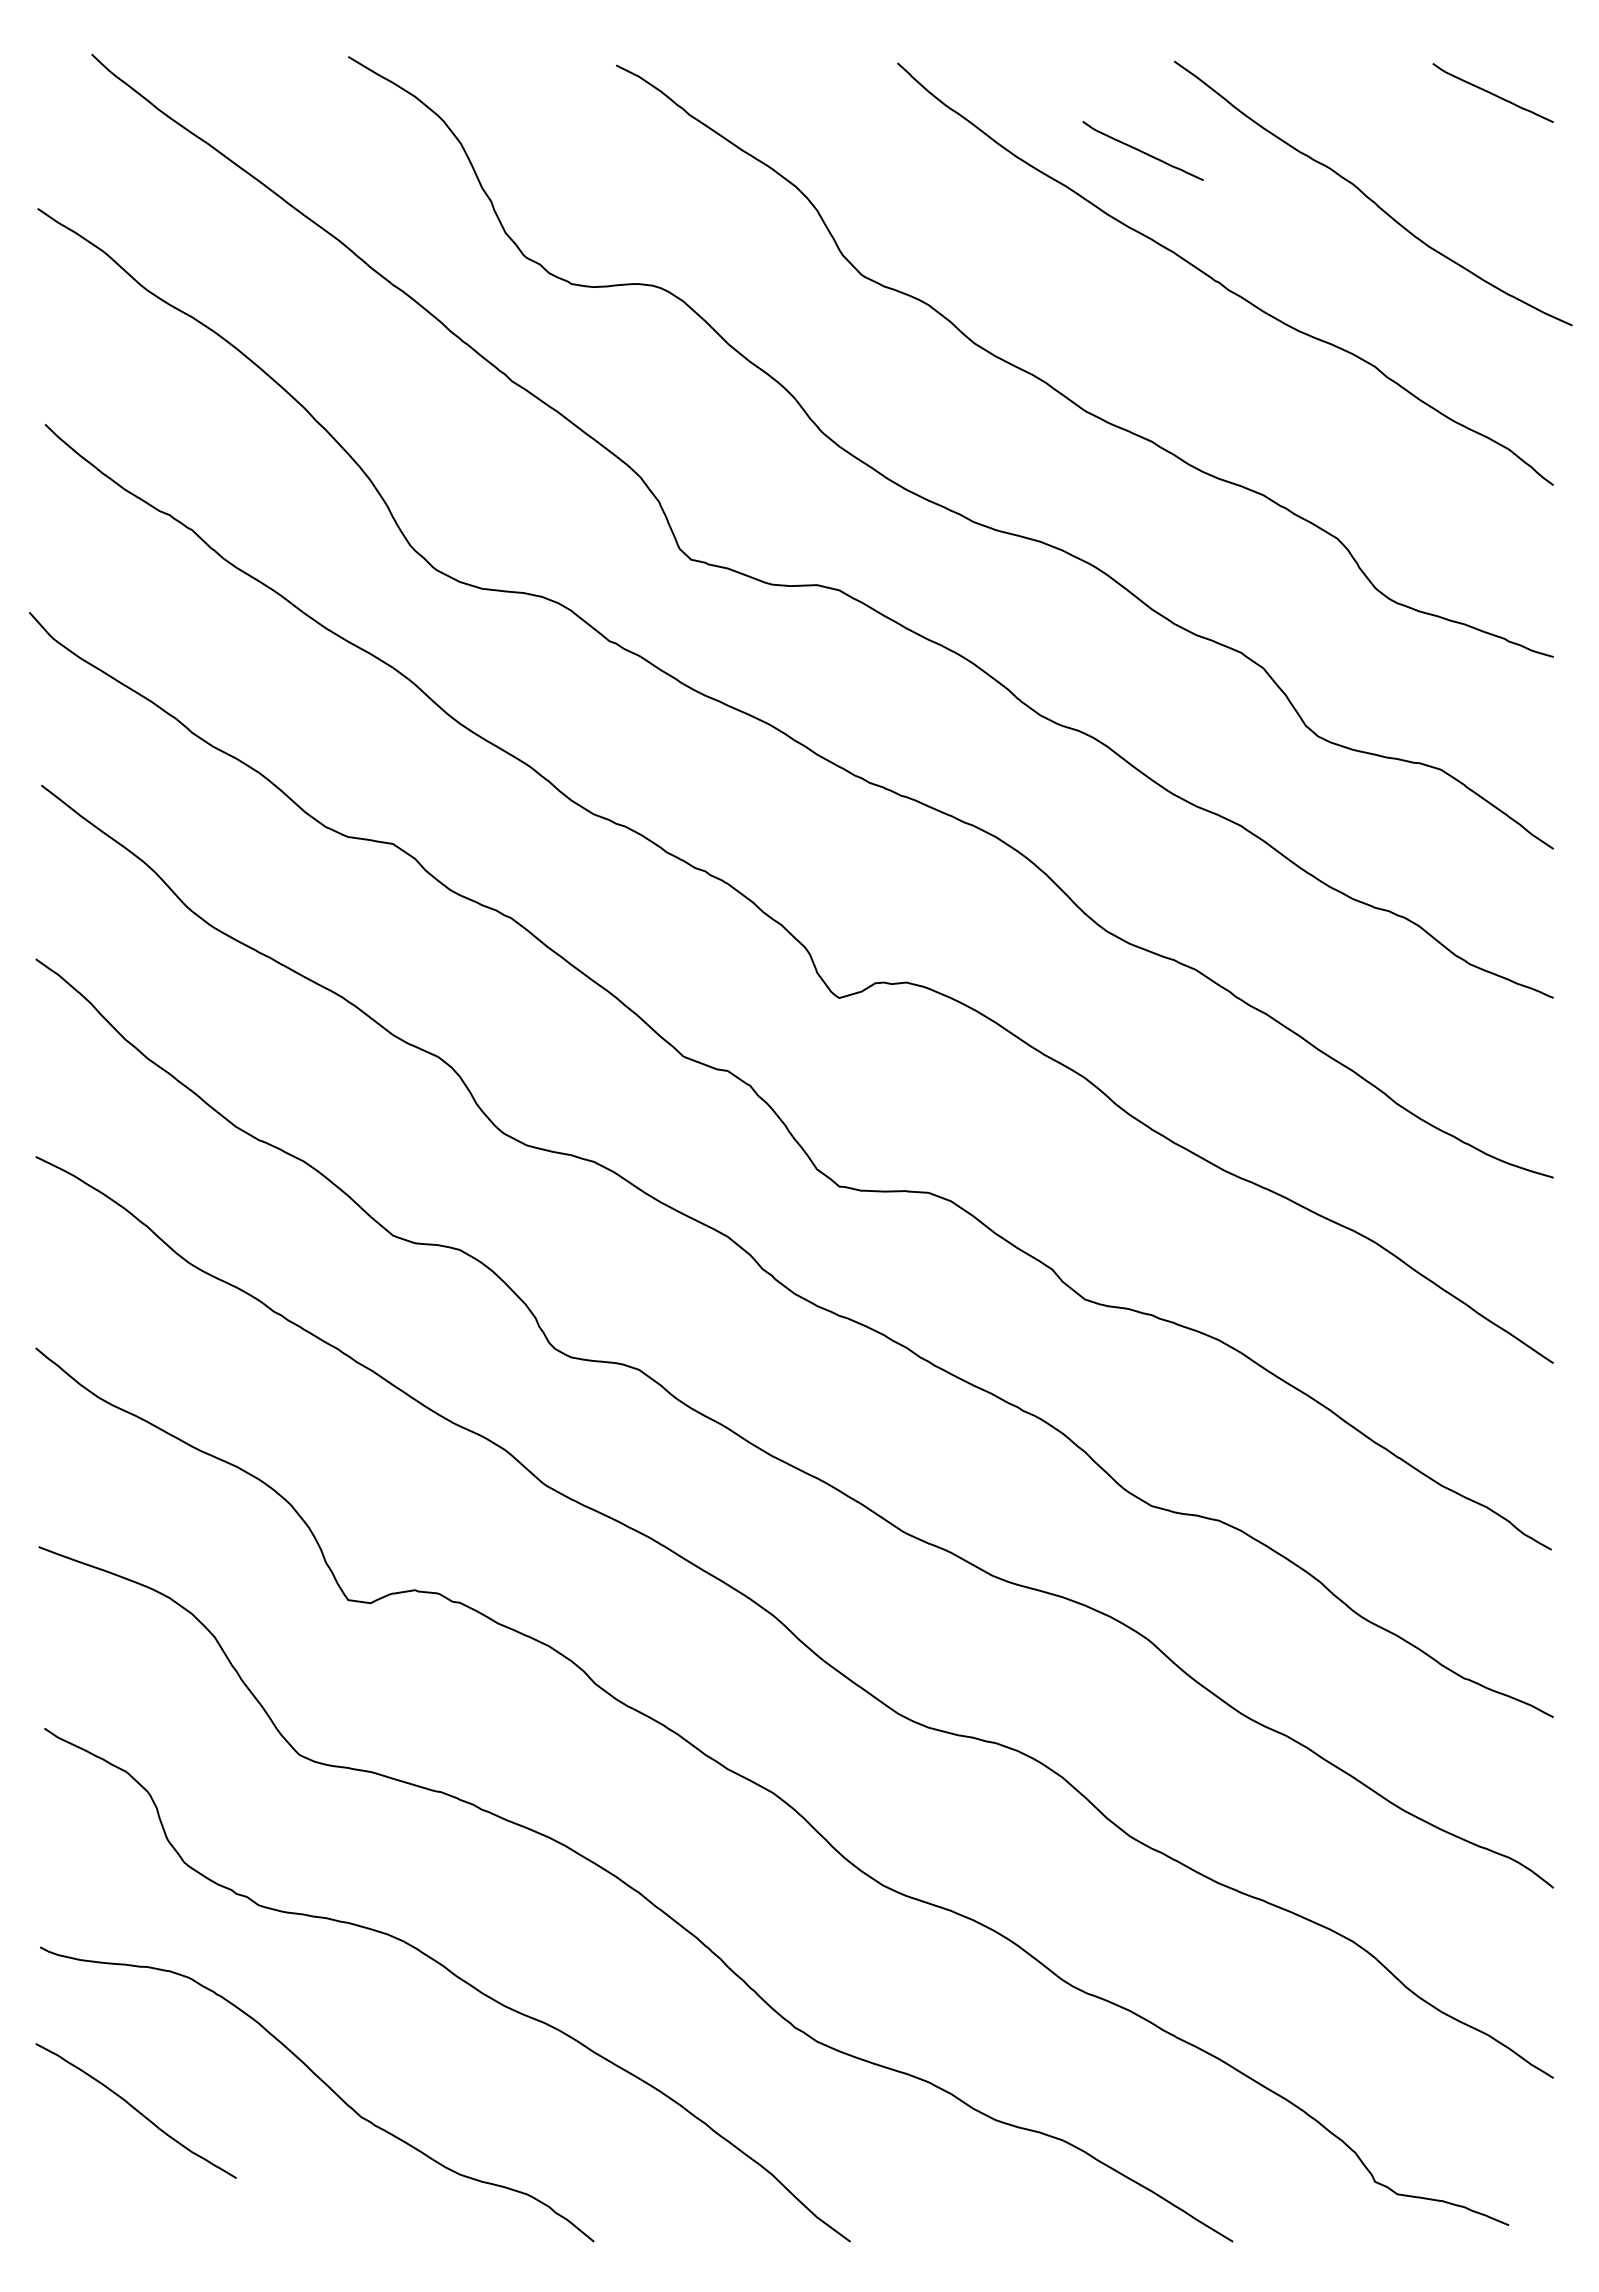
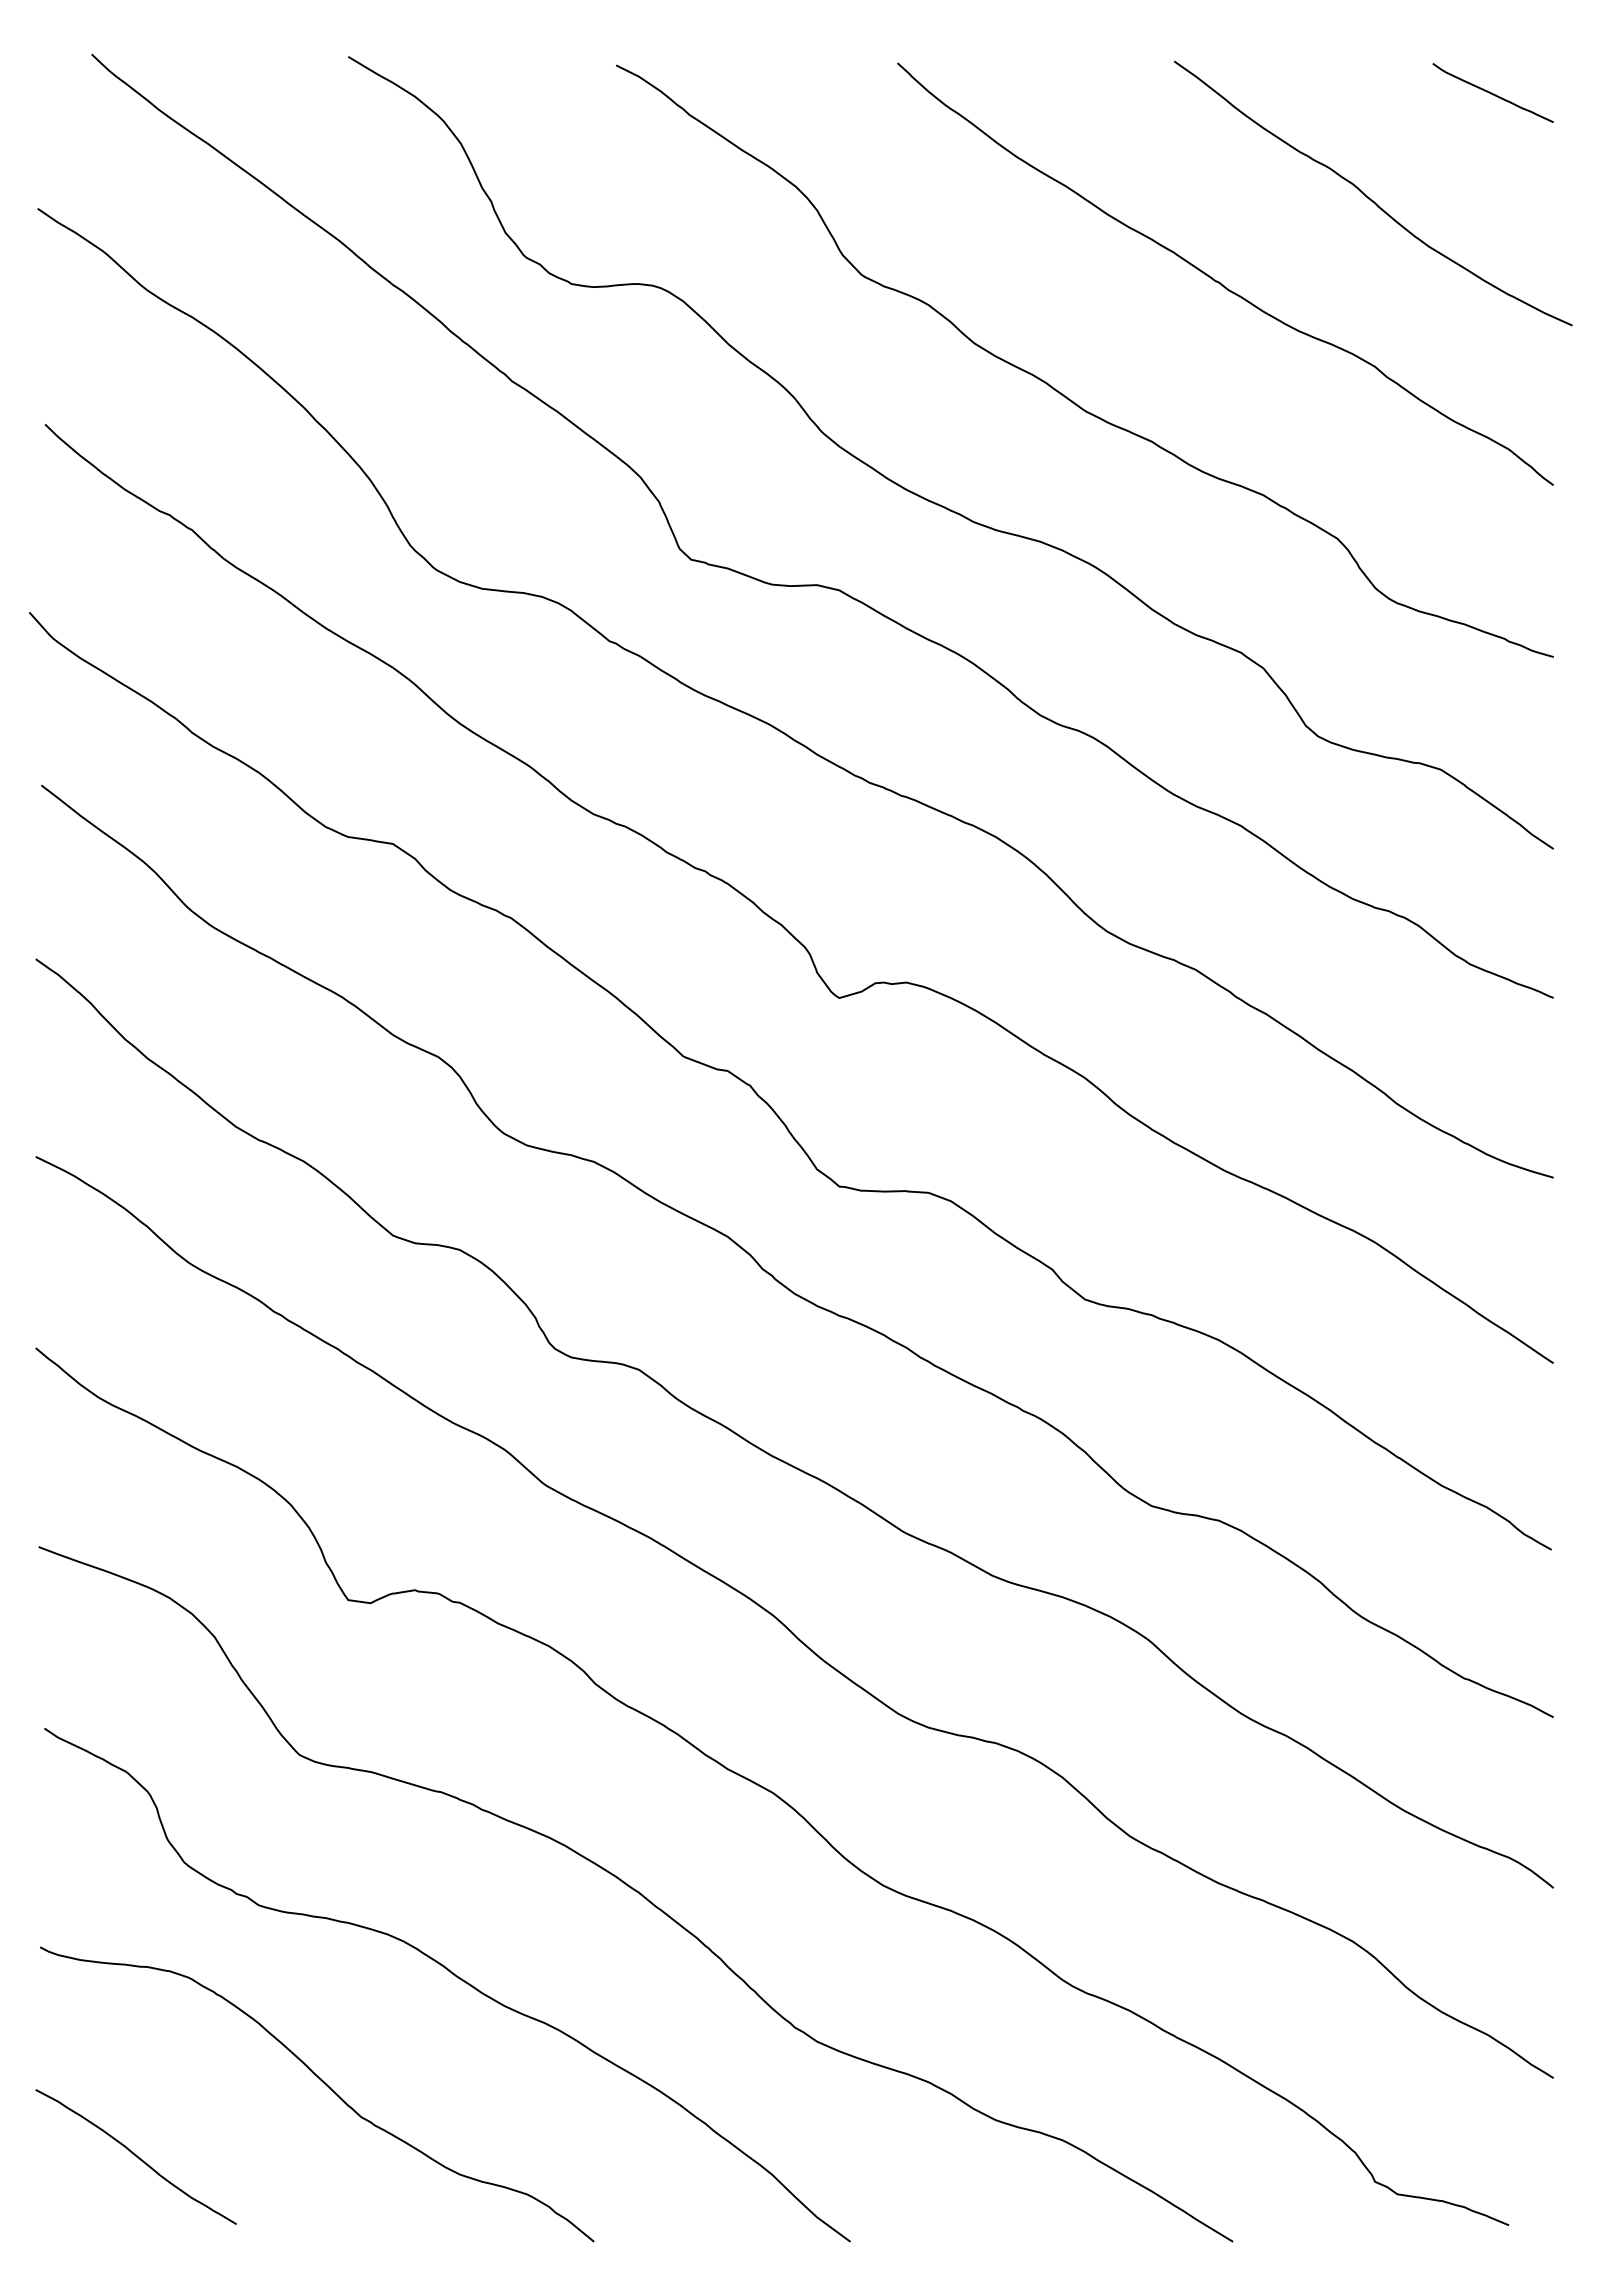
curve at (1141, 150): present -> none
curve at (135, 2110) position: (135, 2110) -> (135, 2156)
